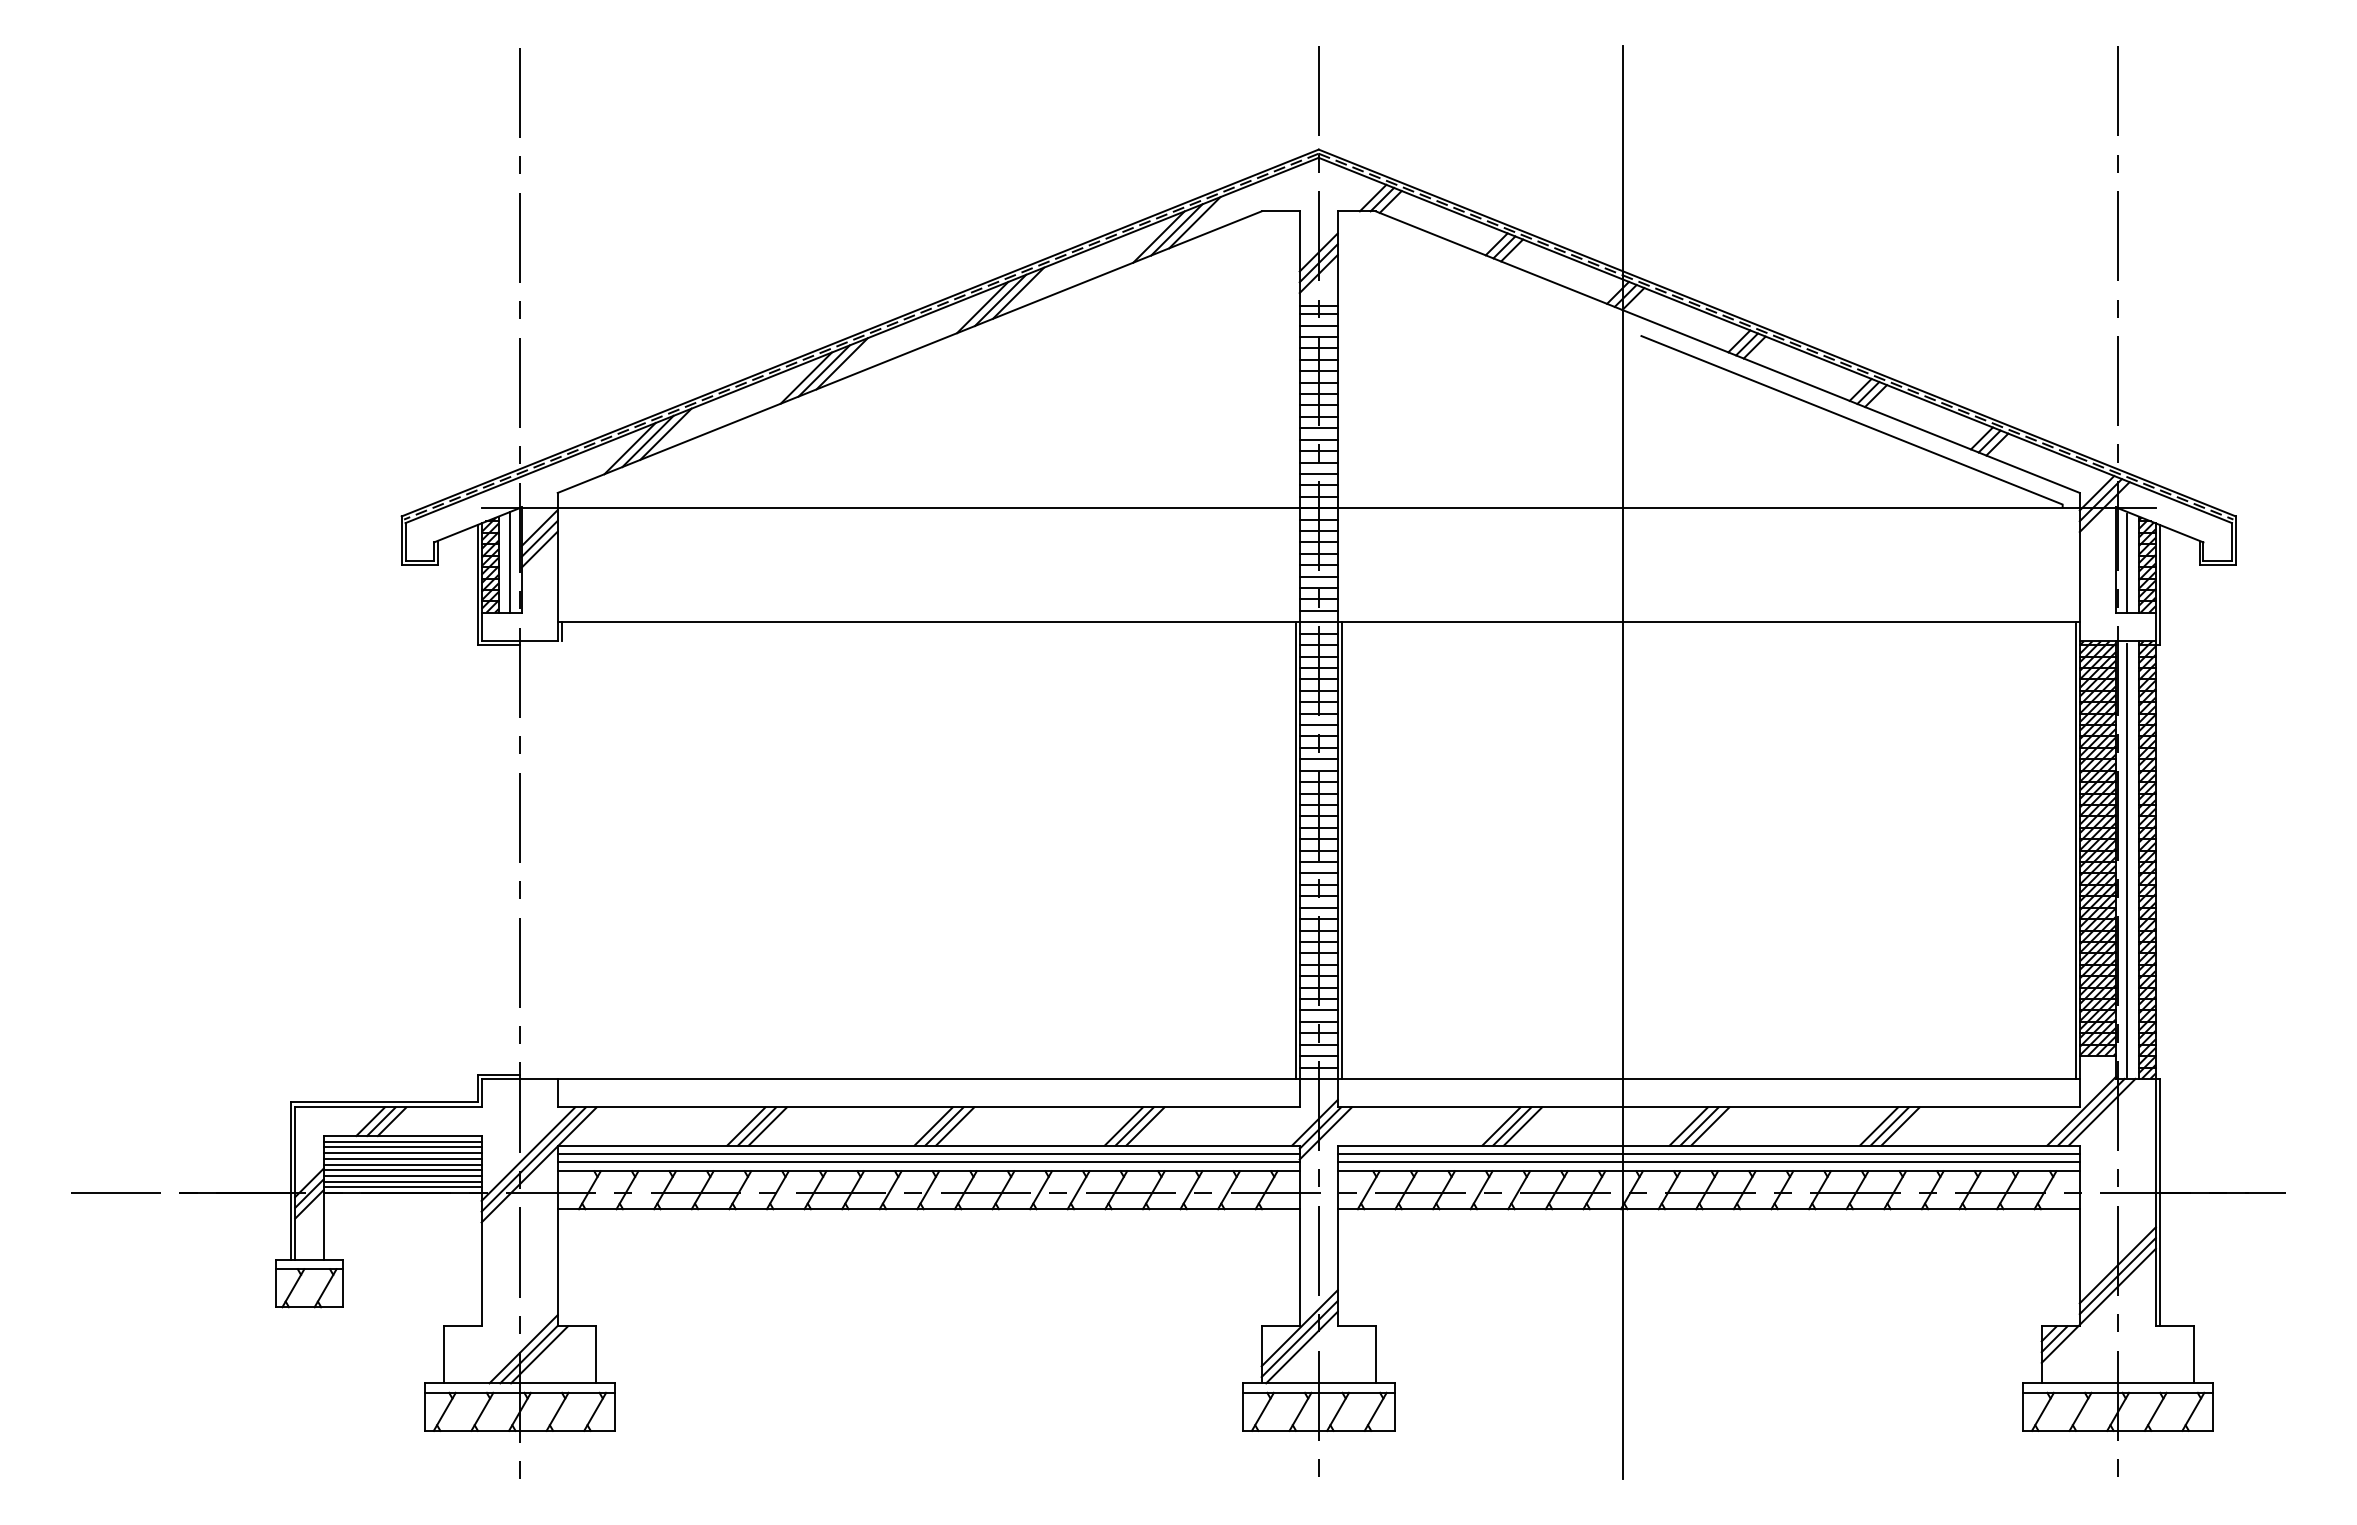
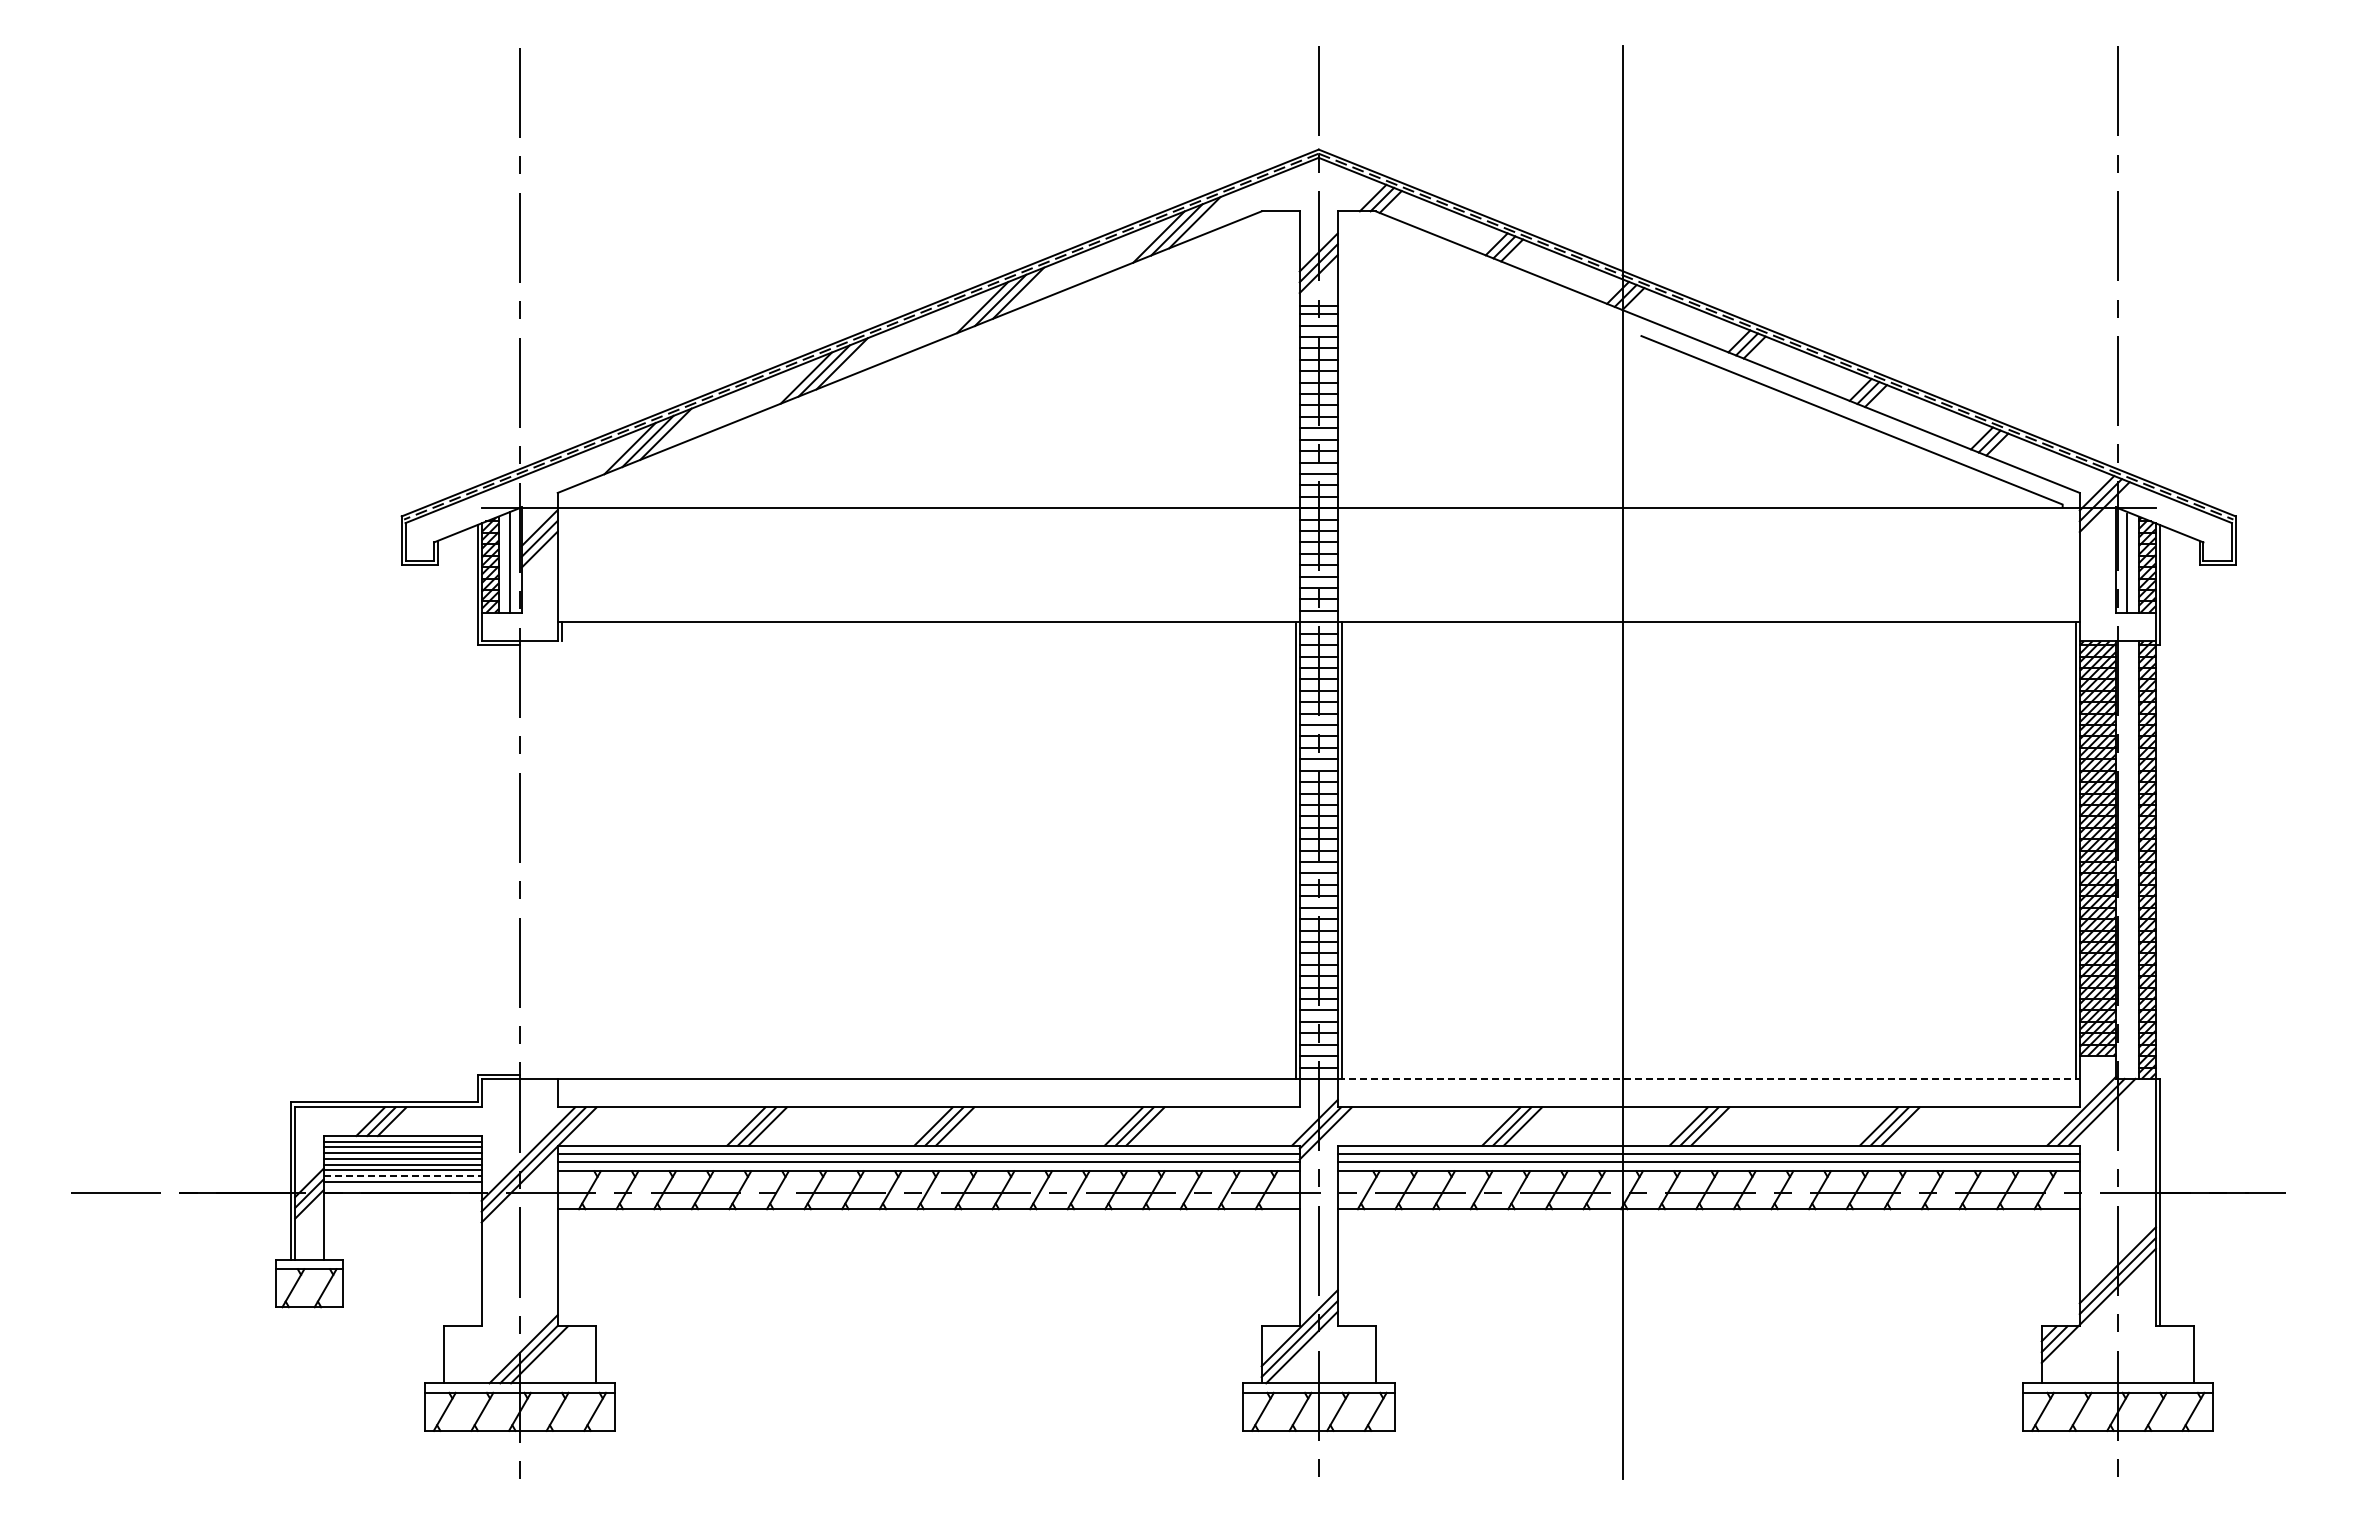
line at (2127, 860): present -> none
line at (1709, 1078): solid -> dashed
line at (402, 1175): solid -> dashed
line at (402, 1187): present -> none
